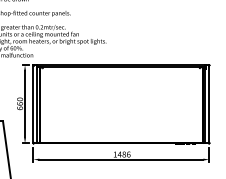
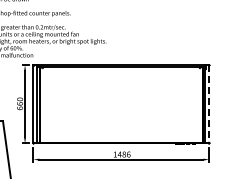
line at (209, 104): solid -> dashed
